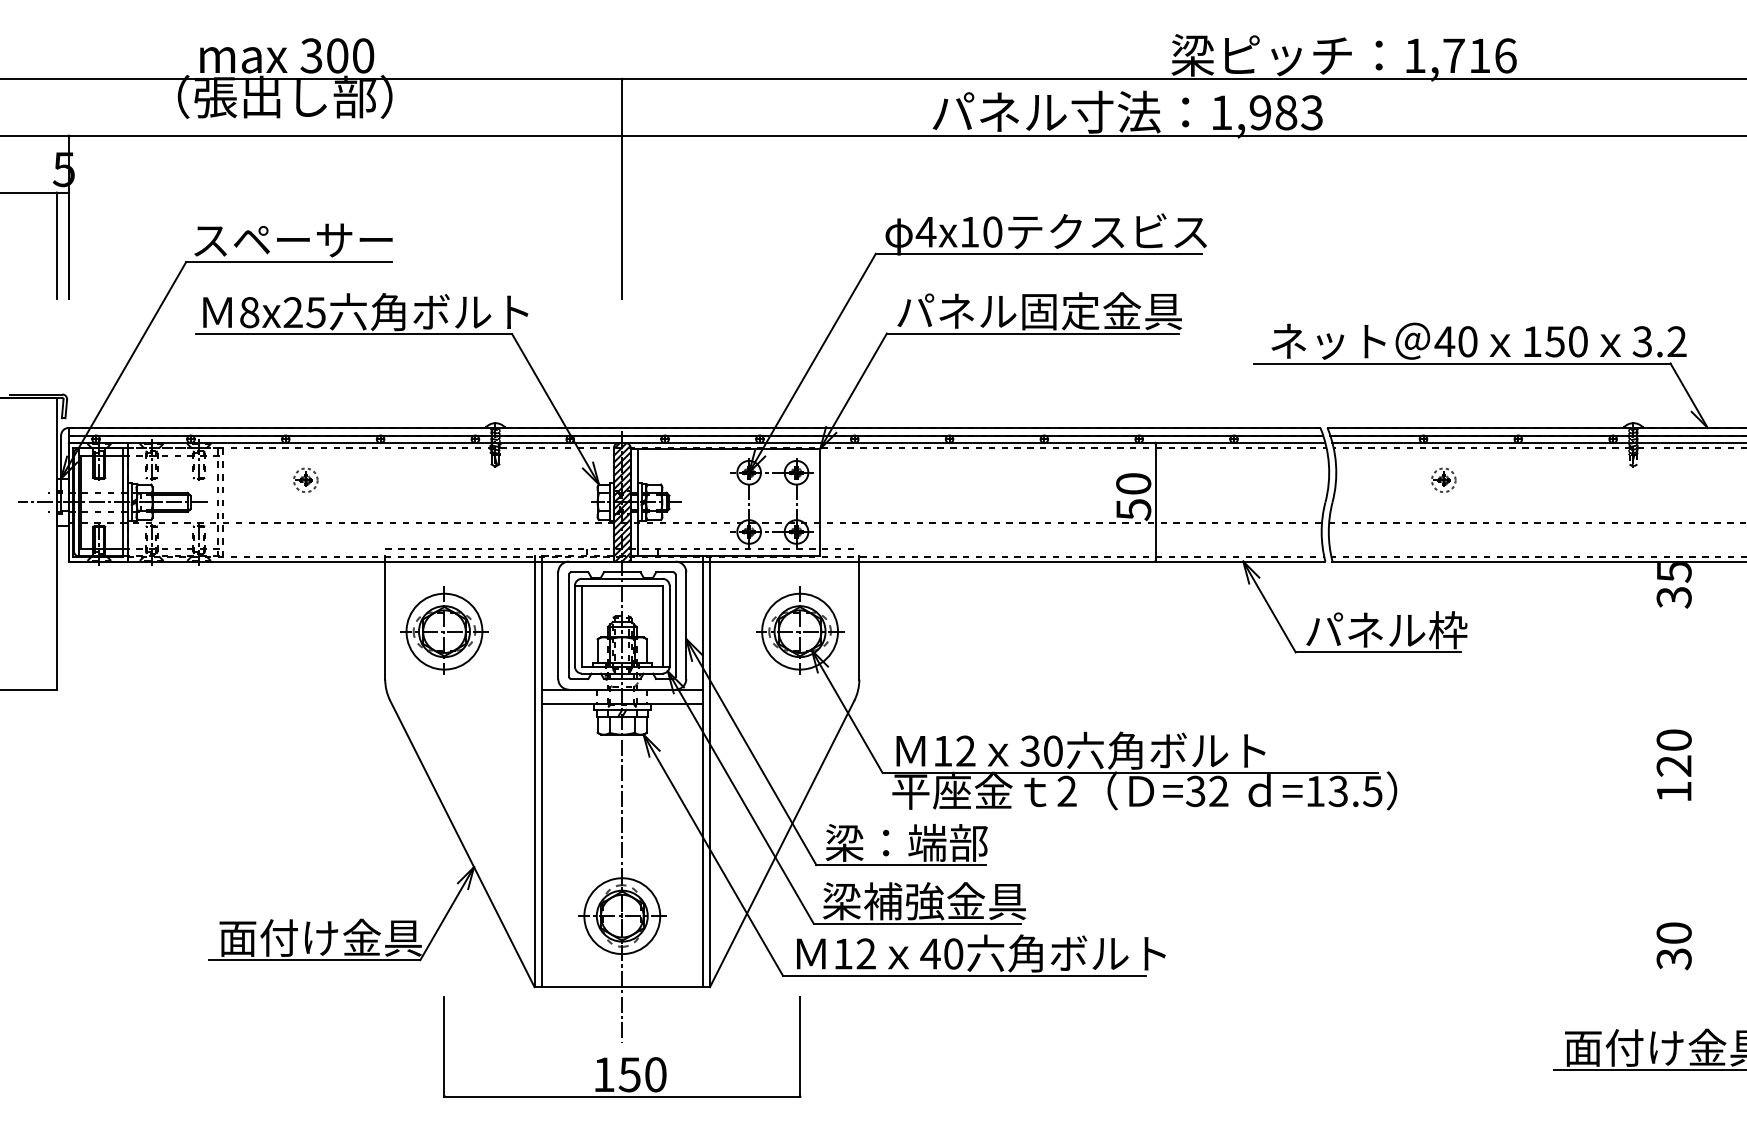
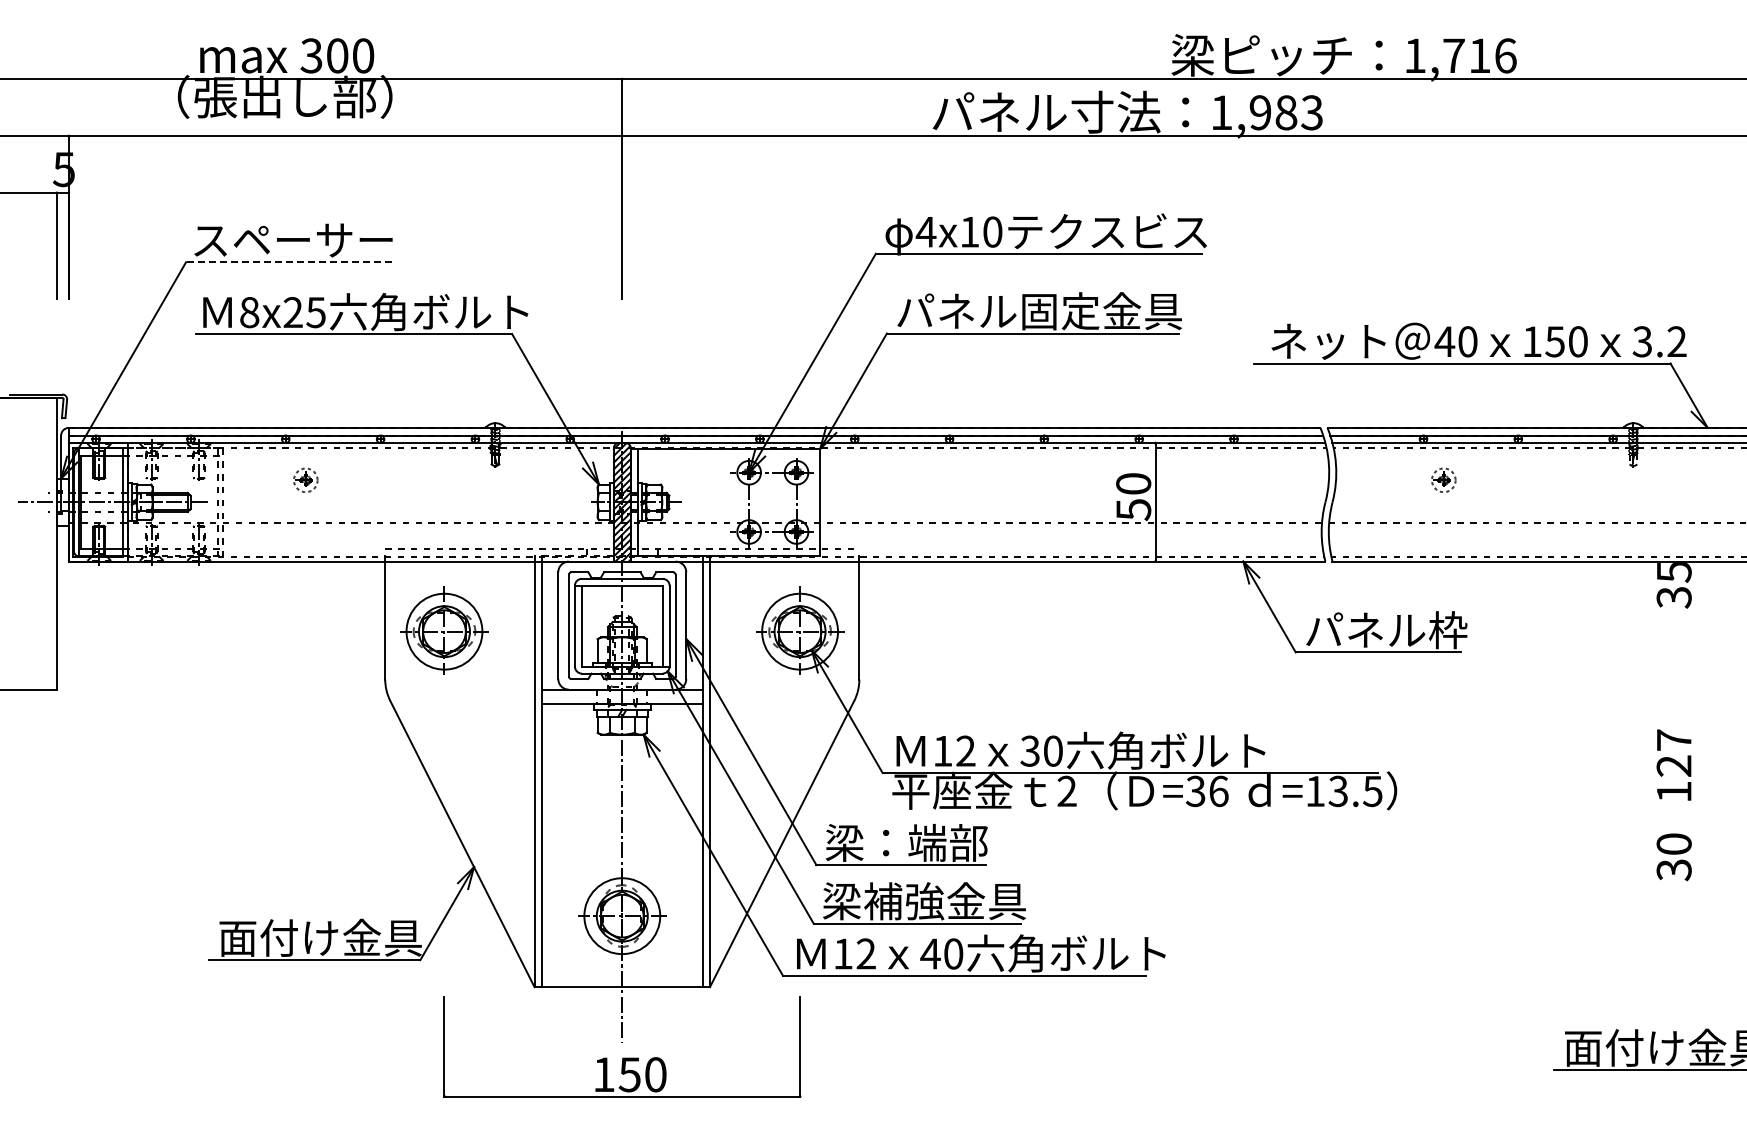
line at (288, 262): solid -> dashed
text at (1673, 739): 120 -> 127
text at (1218, 791): =32 -> =36
text at (1673, 946) position: (1673, 946) -> (1673, 857)
